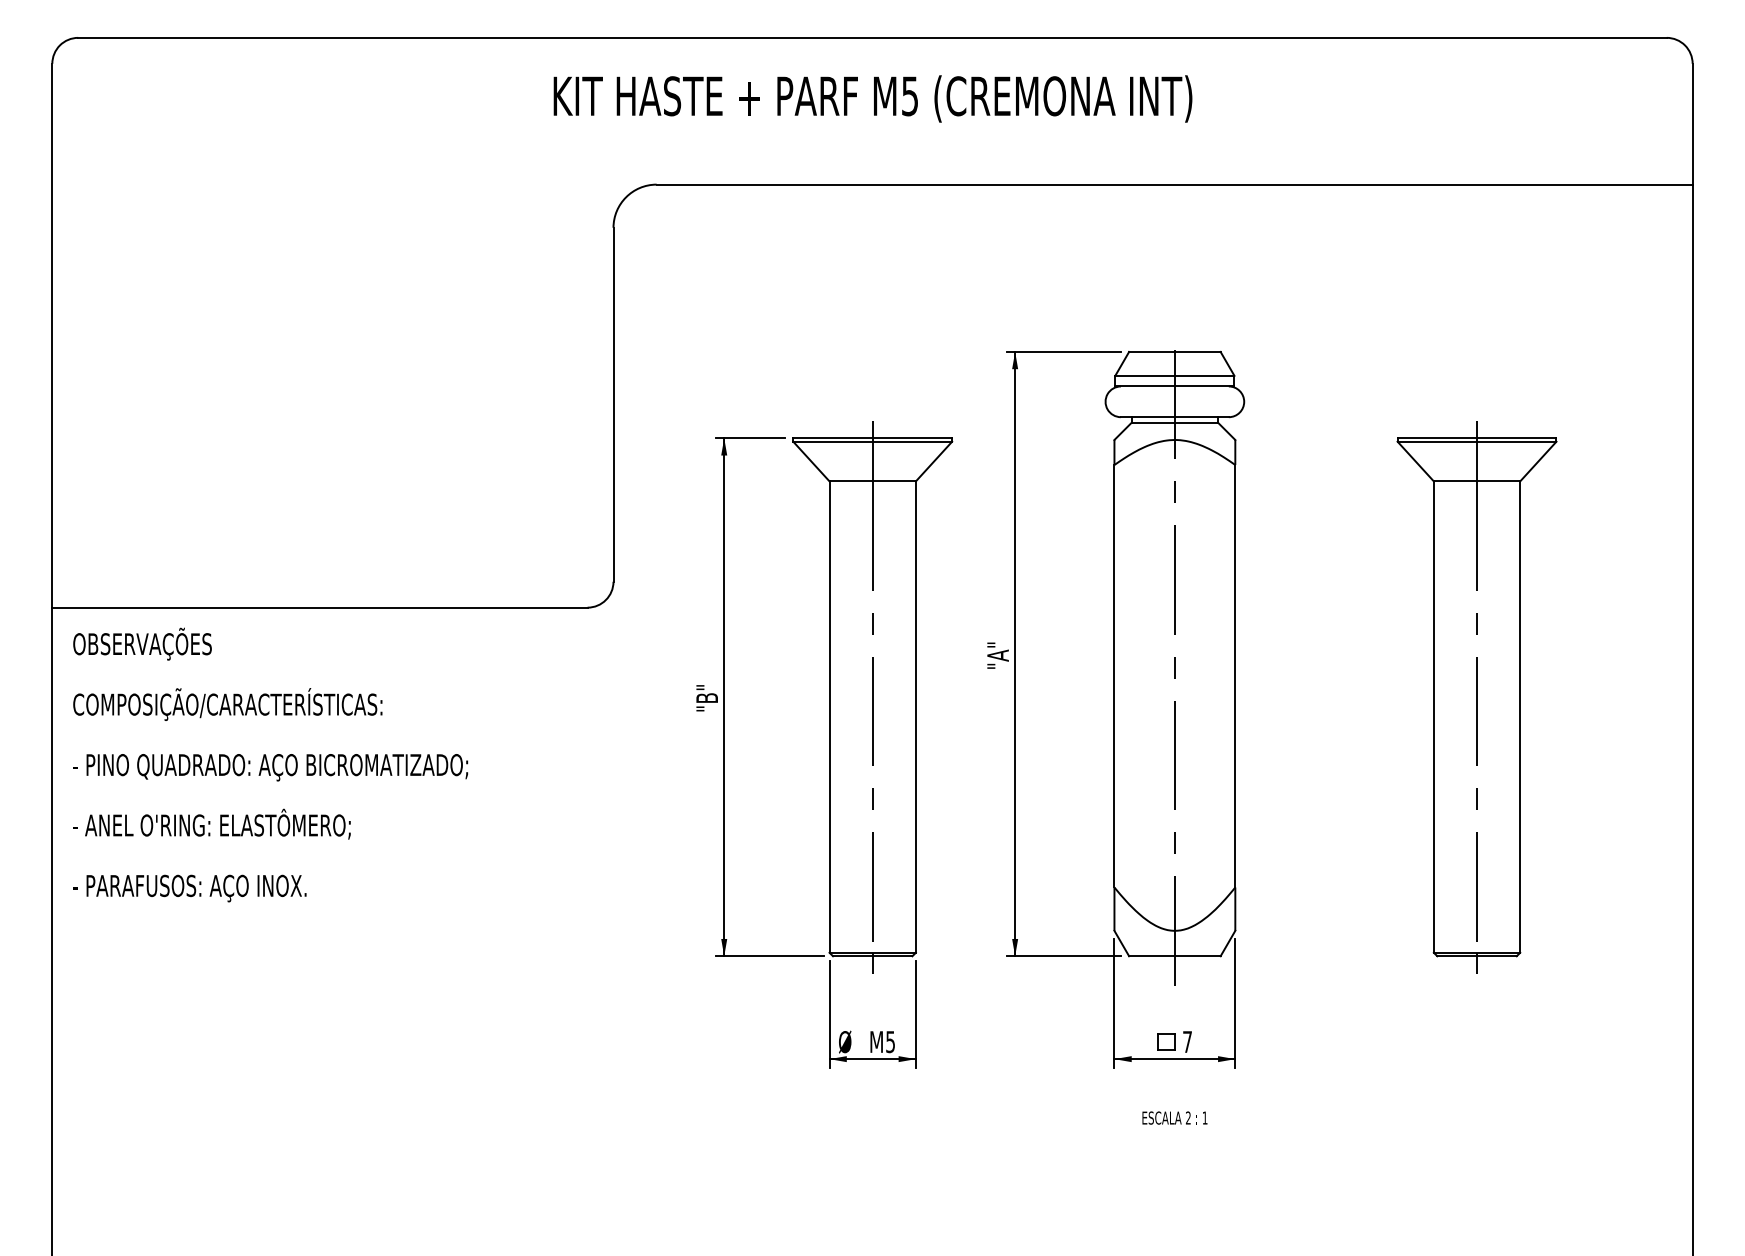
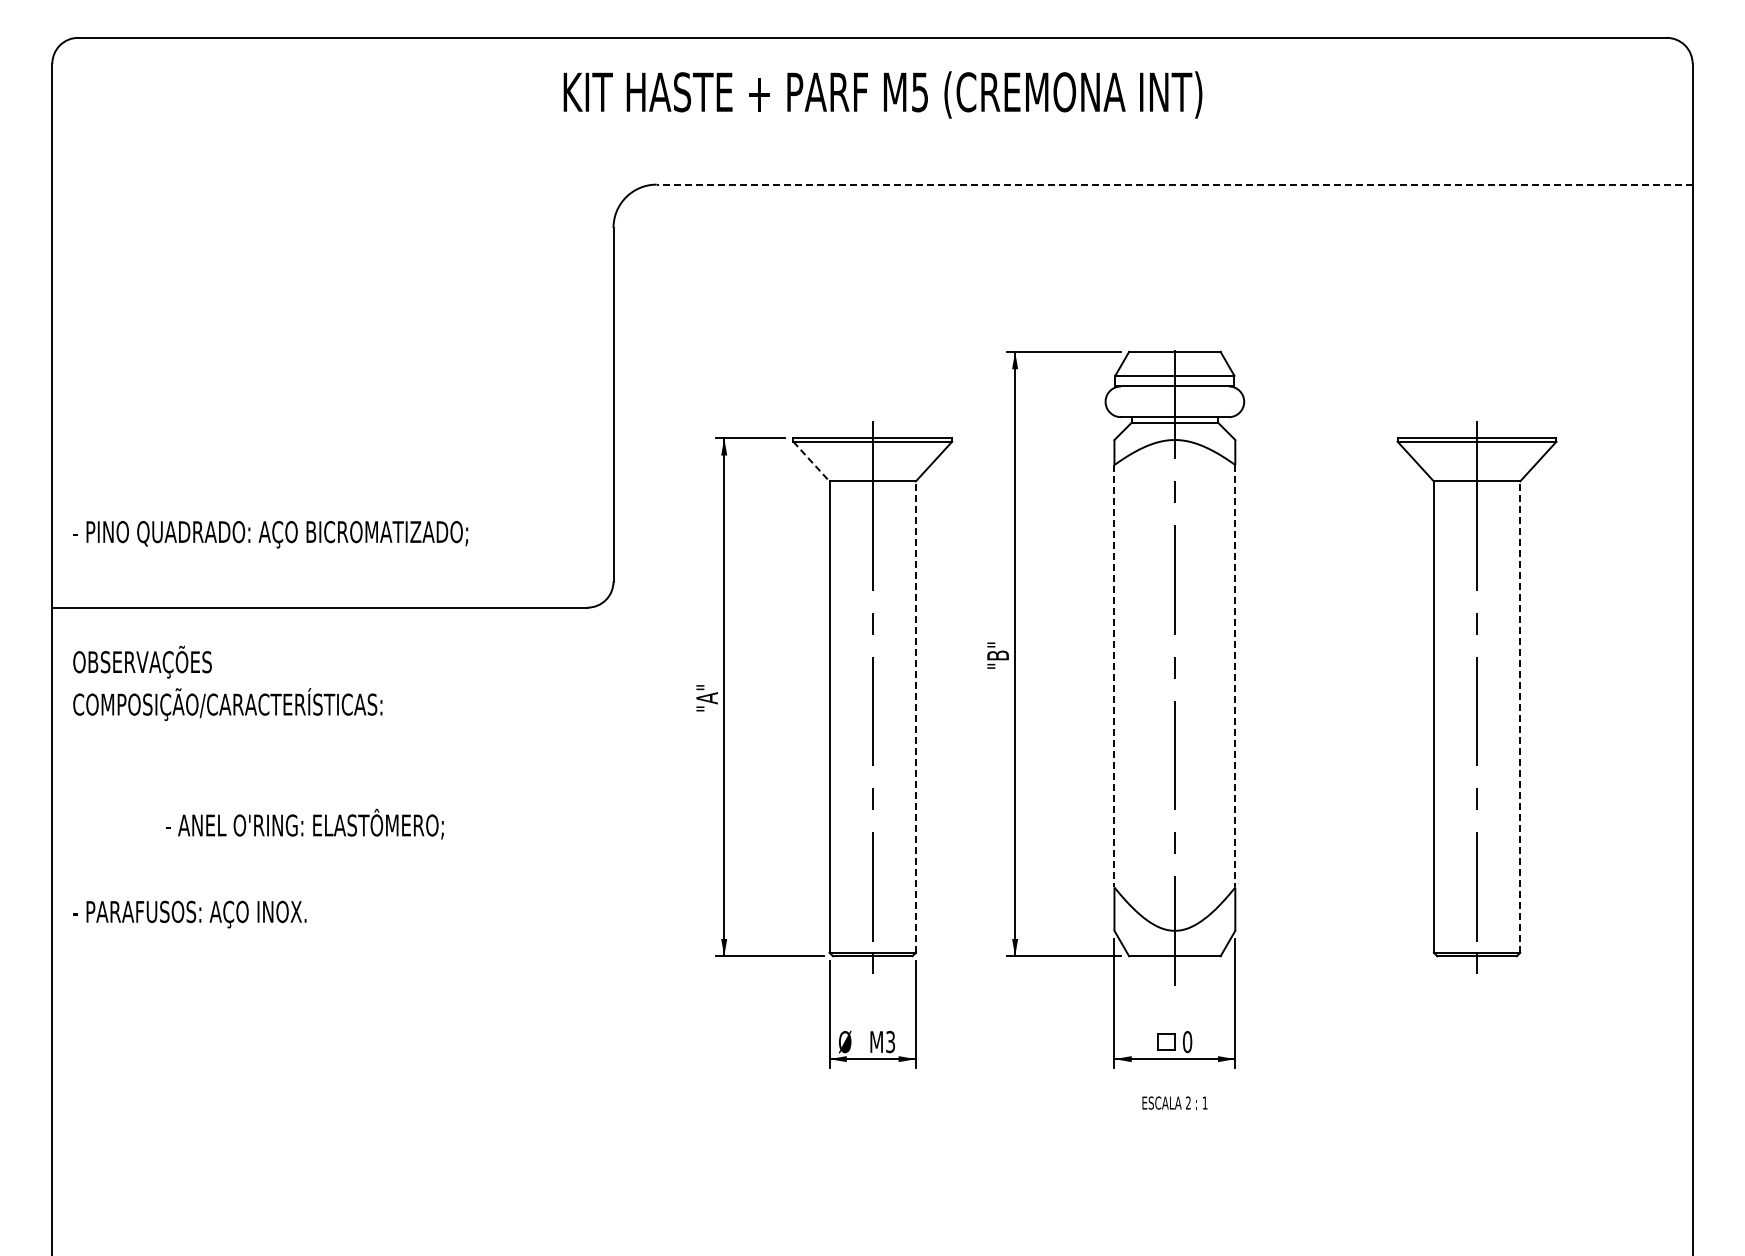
text at (872, 98) position: (872, 98) -> (882, 94)
line at (1174, 184): solid -> dashed
line at (811, 461): solid -> dashed
text at (142, 643) position: (142, 643) -> (142, 661)
text at (997, 655): "A" -> "B"
line at (1114, 676): solid -> dashed
line at (1235, 676): solid -> dashed
text at (706, 698): "B" -> "A"
line at (915, 717): solid -> dashed
line at (1520, 717): solid -> dashed
text at (270, 767) position: (270, 767) -> (270, 534)
text at (211, 823) position: (211, 823) -> (304, 823)
text at (189, 888) position: (189, 888) -> (189, 914)
text at (890, 1041): M5 -> M3
text at (1187, 1042): 7 -> 0
text at (1174, 1117) position: (1174, 1117) -> (1174, 1102)
